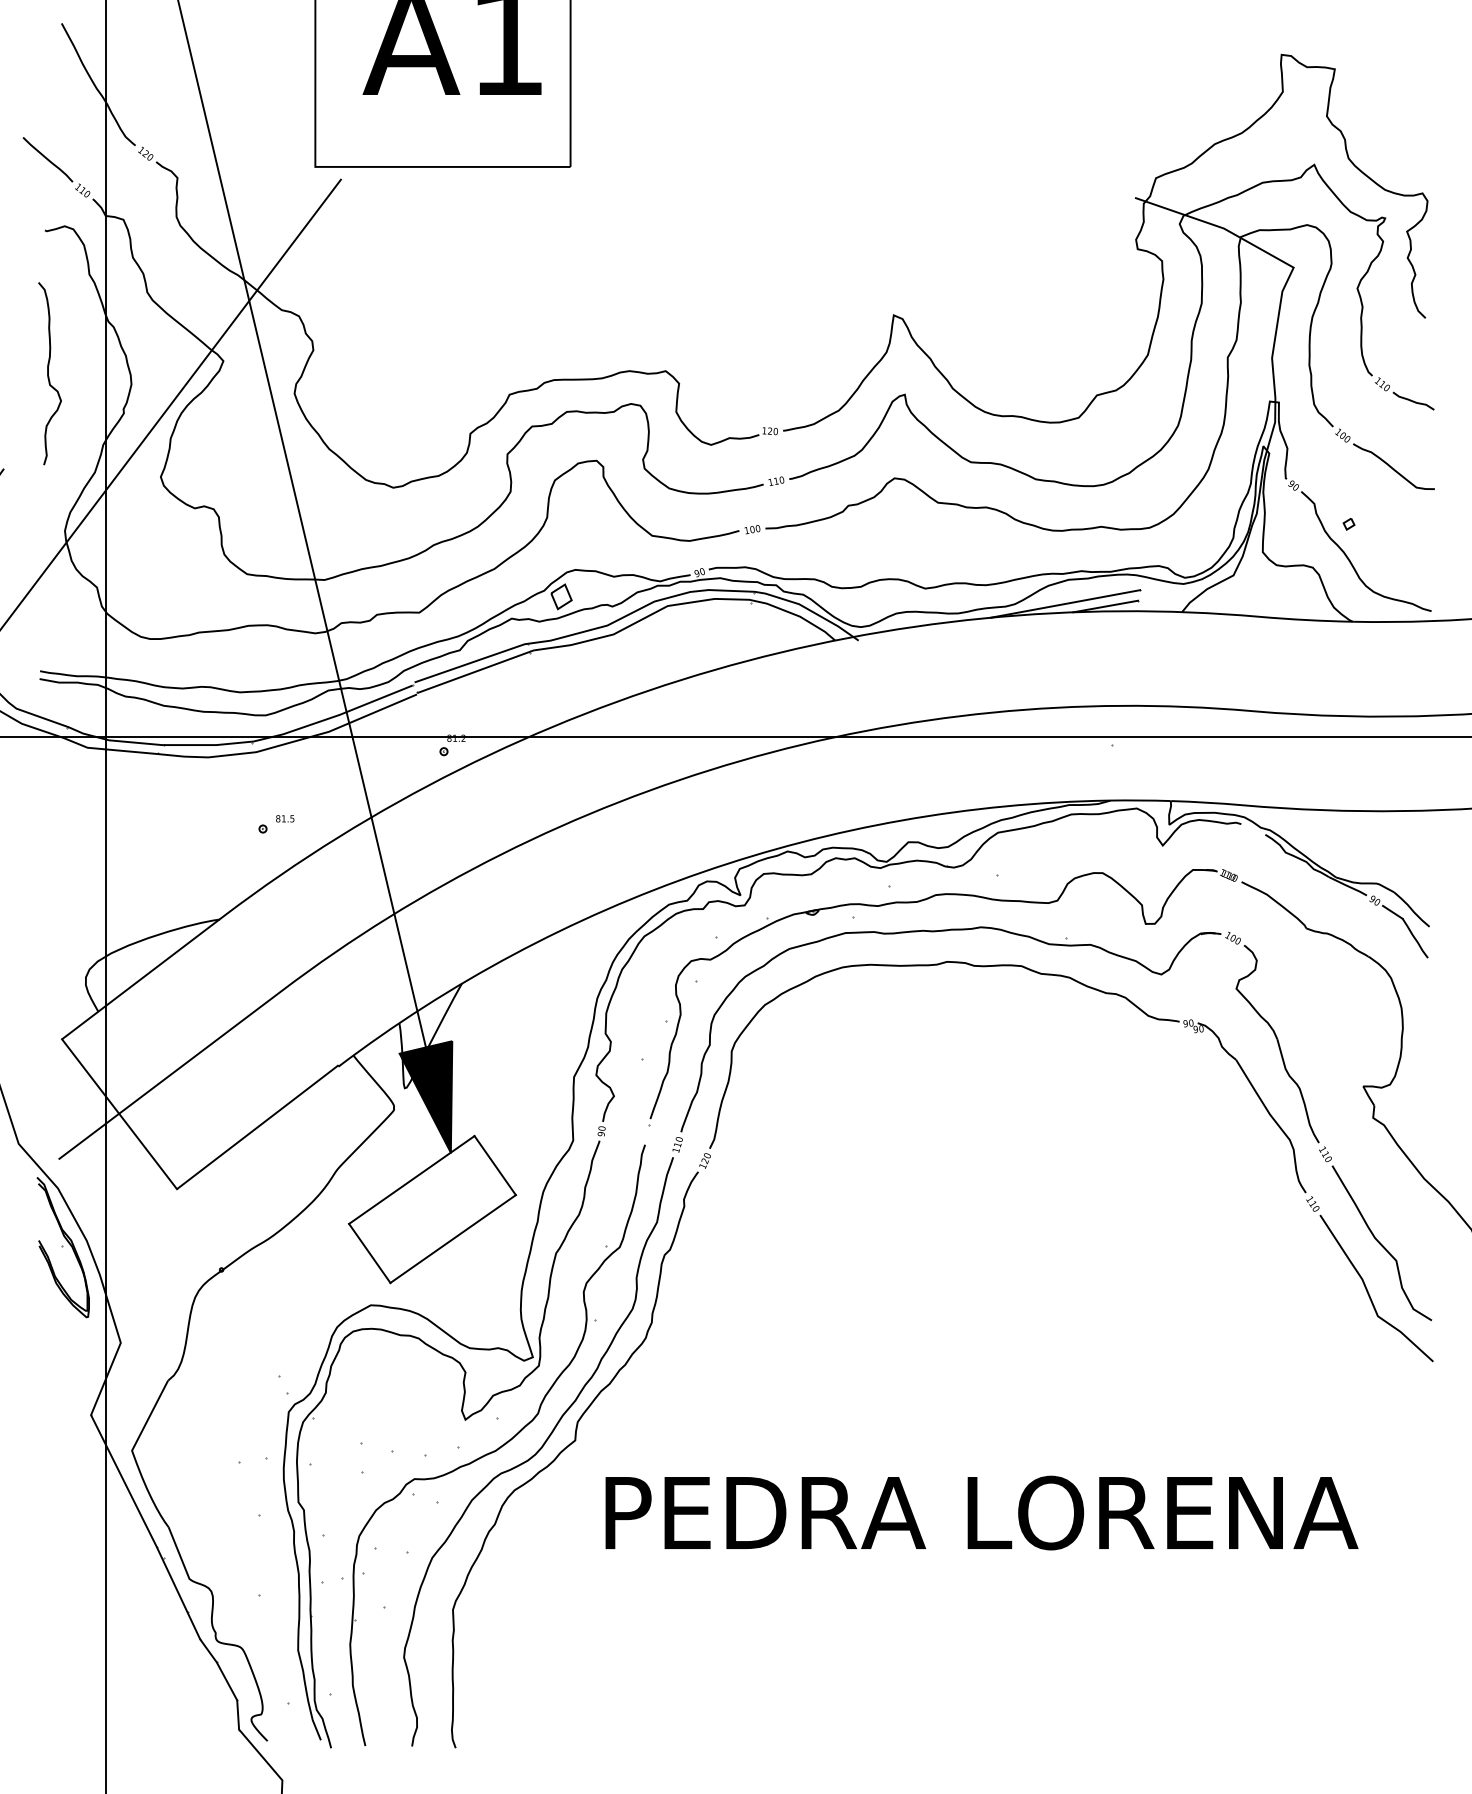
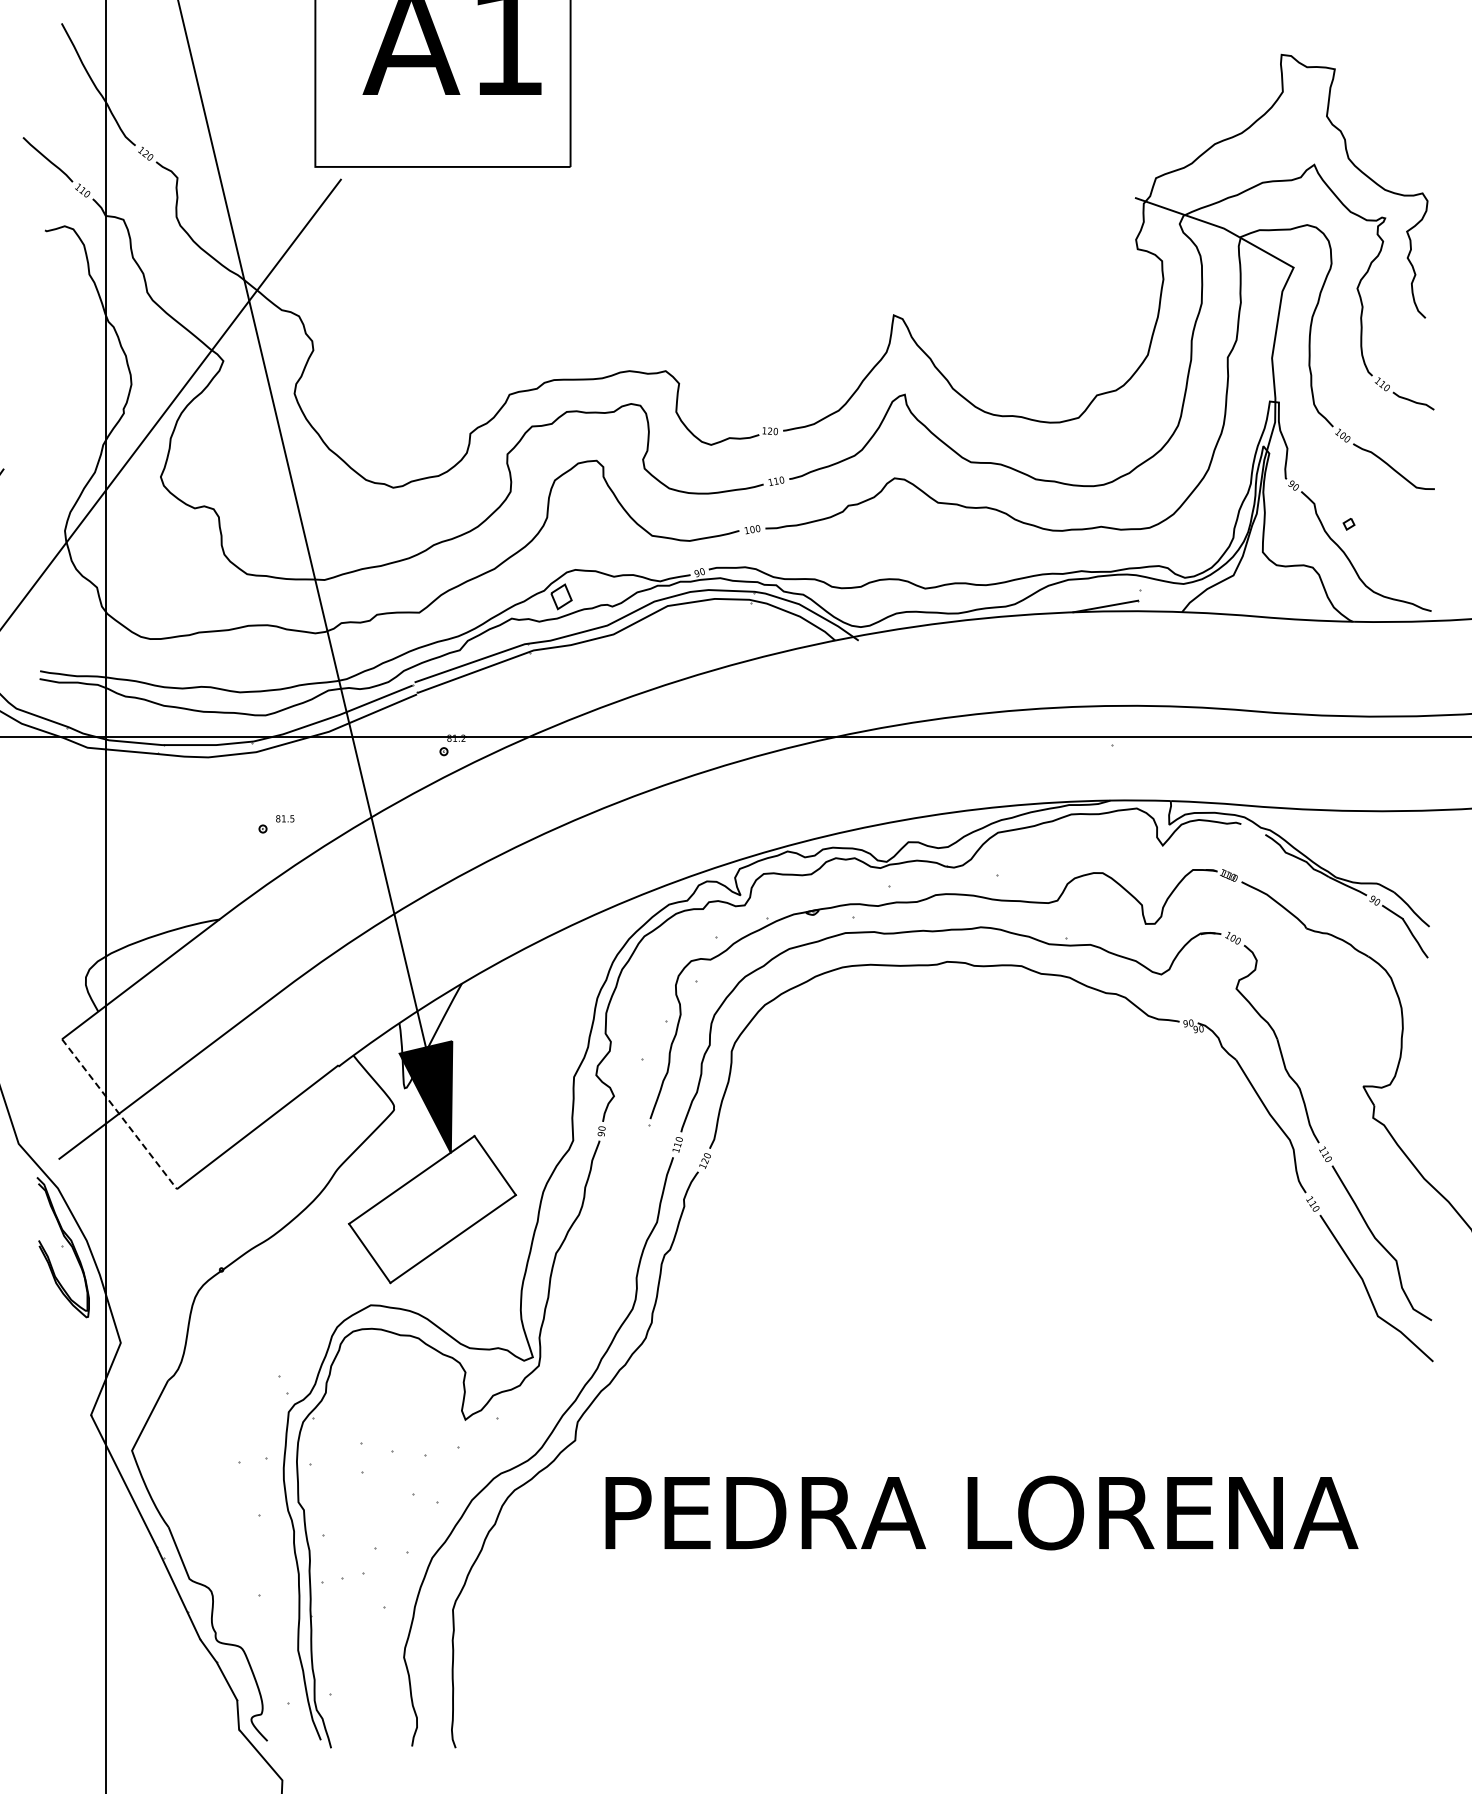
curve at (48, 373): present -> none
line at (1065, 603): present -> none
line at (119, 1114): solid -> dashed
part at (497, 1445): present -> none
